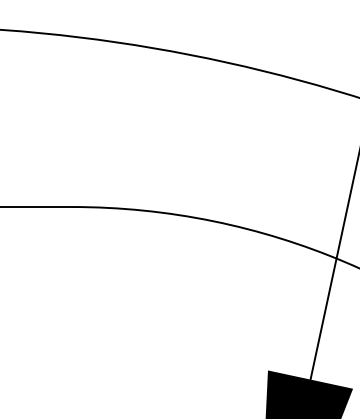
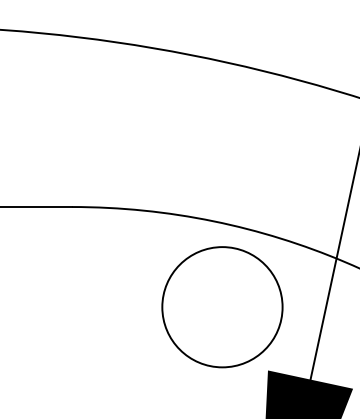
circle at (222, 307): none -> present
